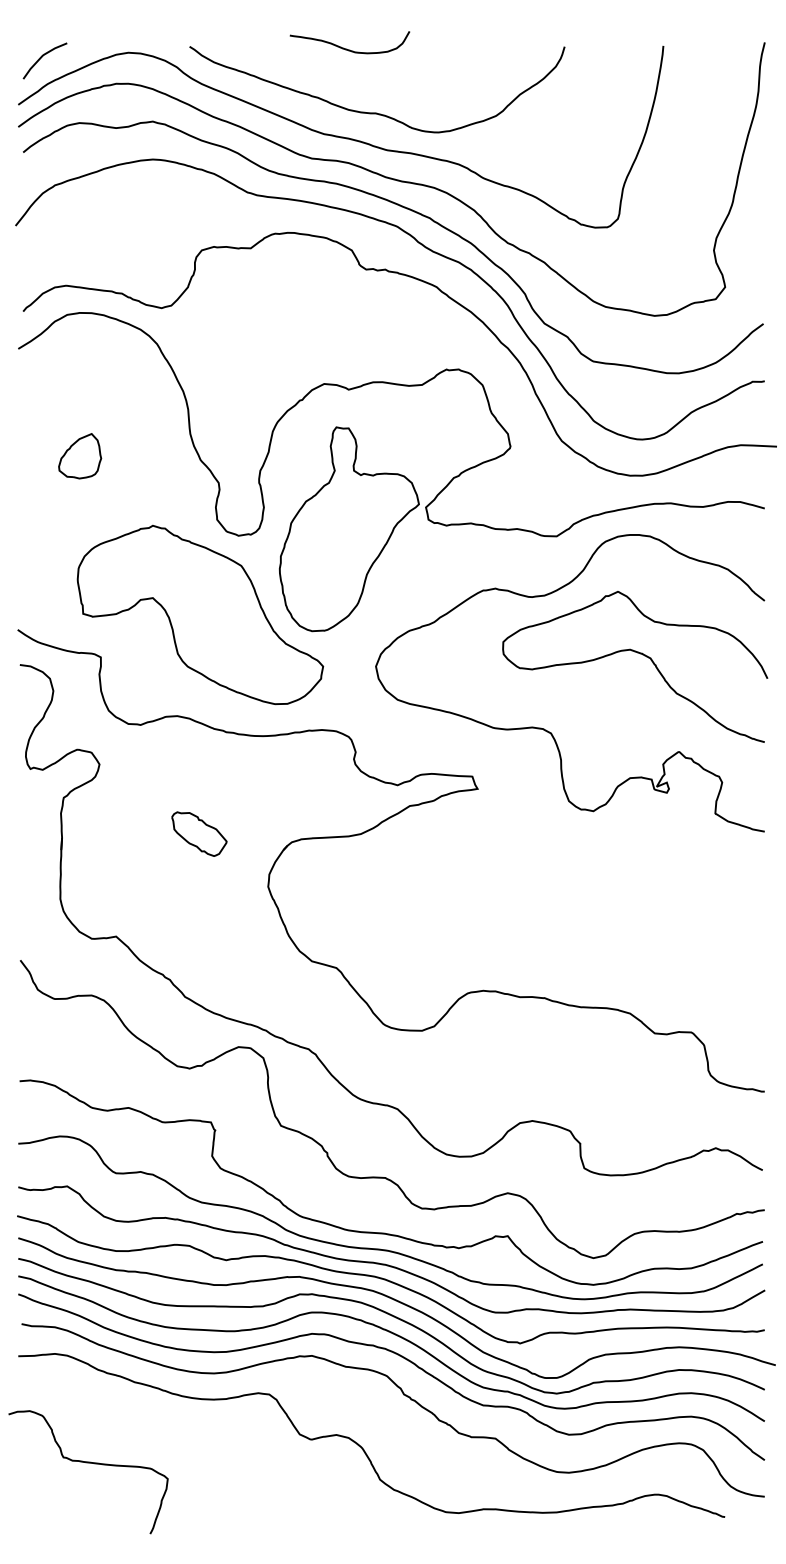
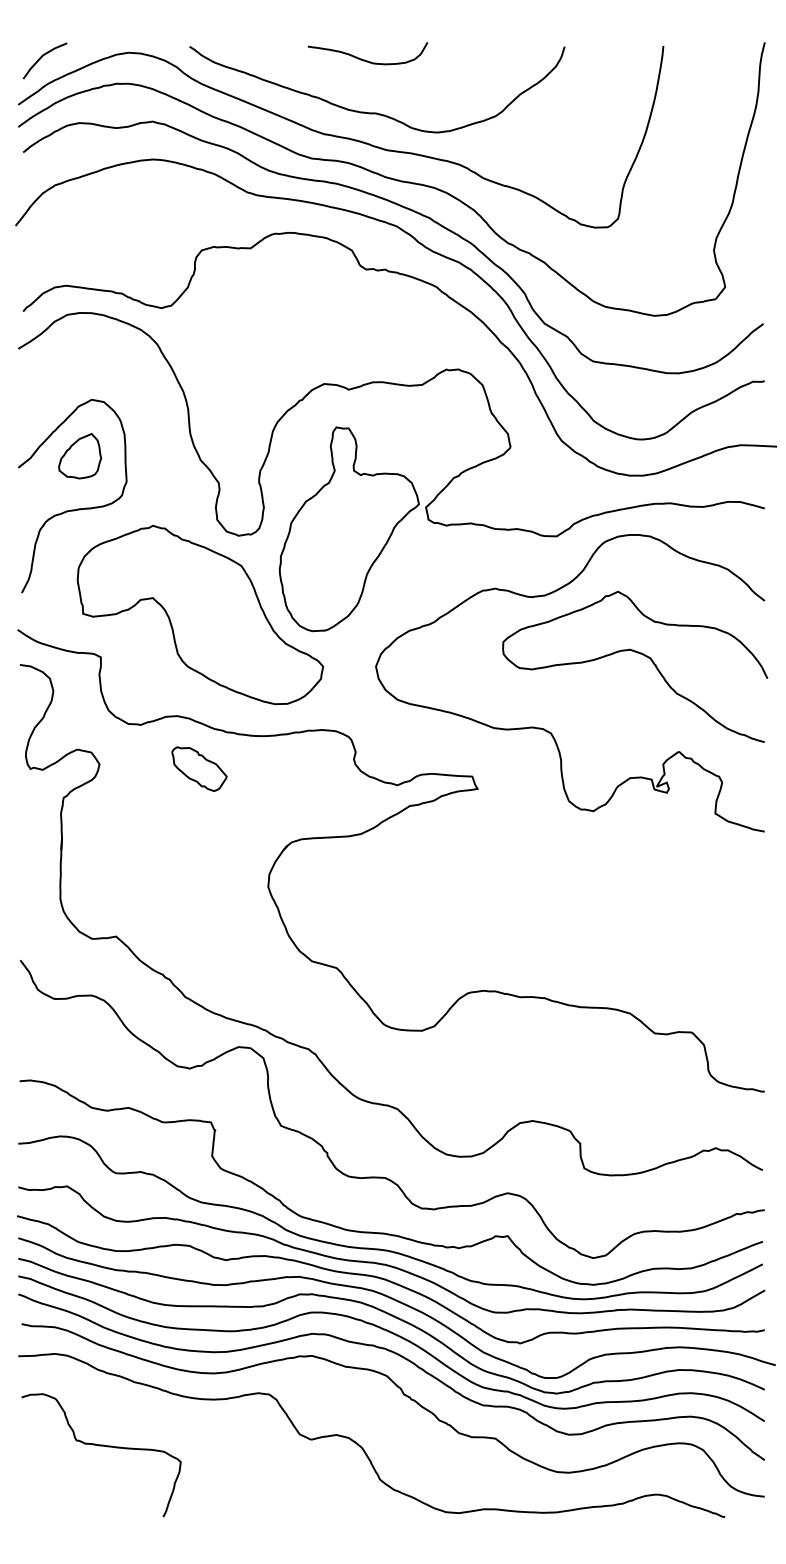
curve at (346, 48) position: (346, 48) -> (364, 59)
curve at (77, 508): none -> present
part at (199, 833) position: (199, 833) -> (199, 768)
curve at (88, 1463) position: (88, 1463) -> (101, 1446)
